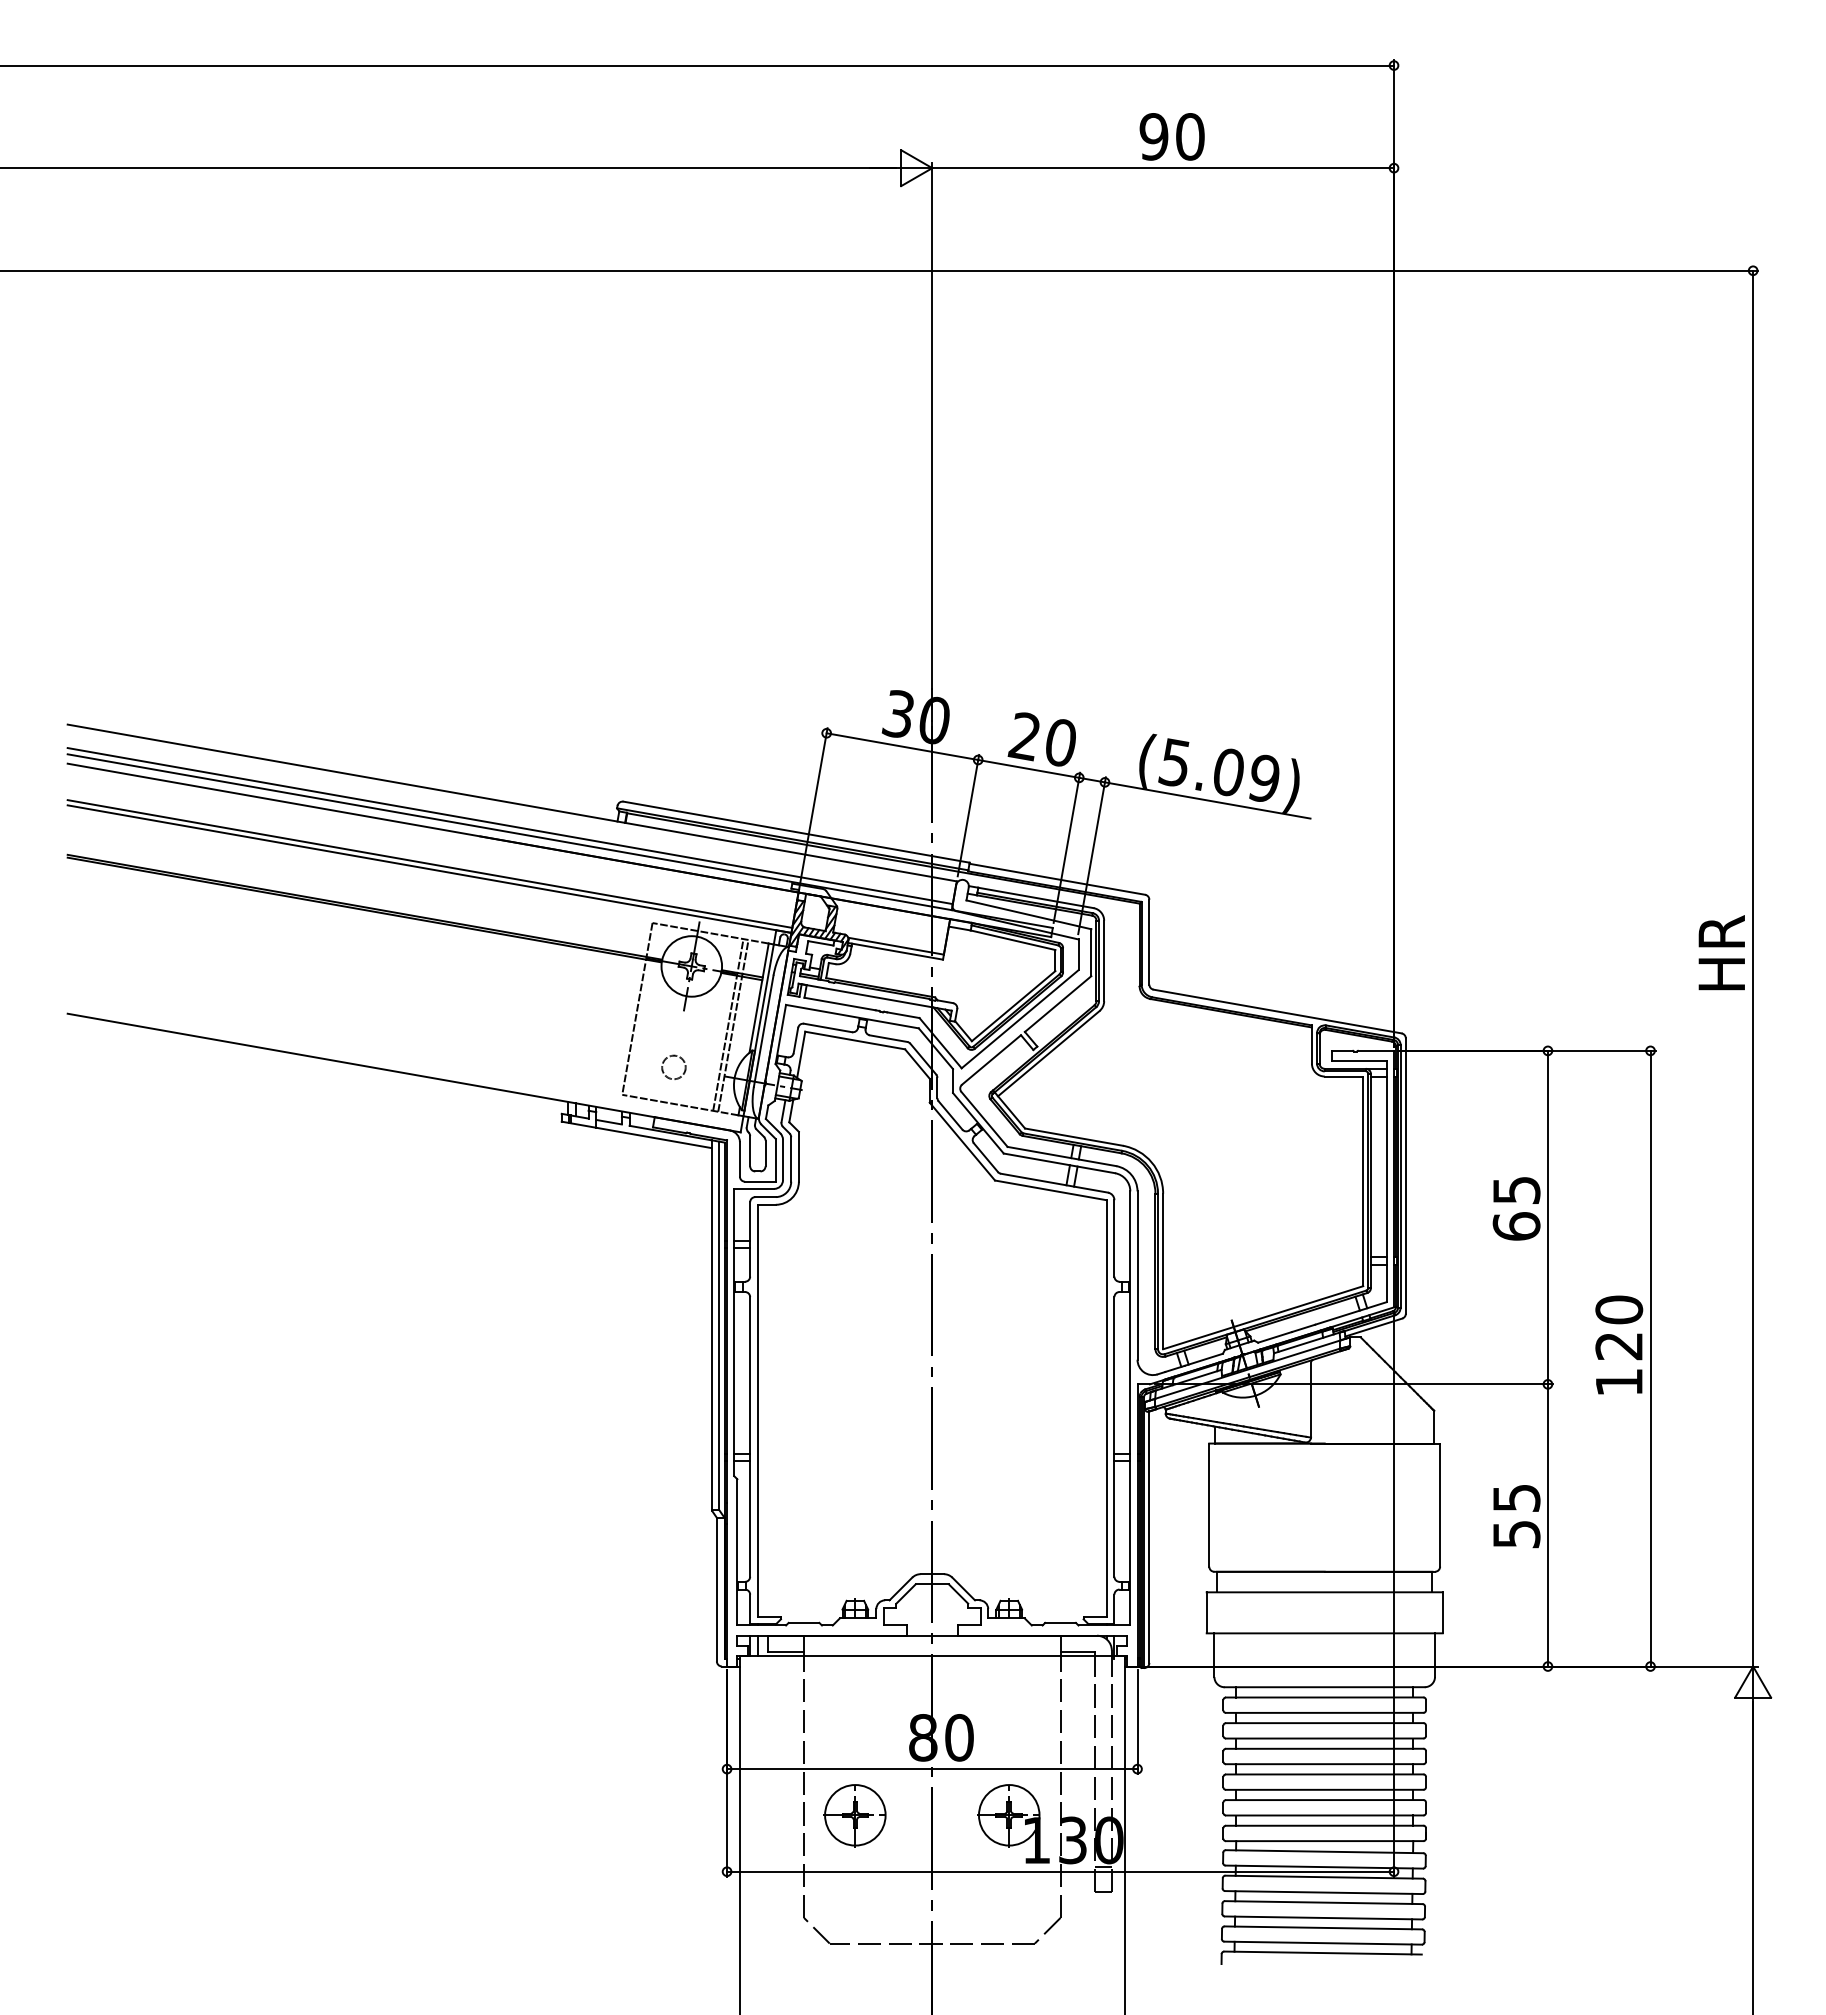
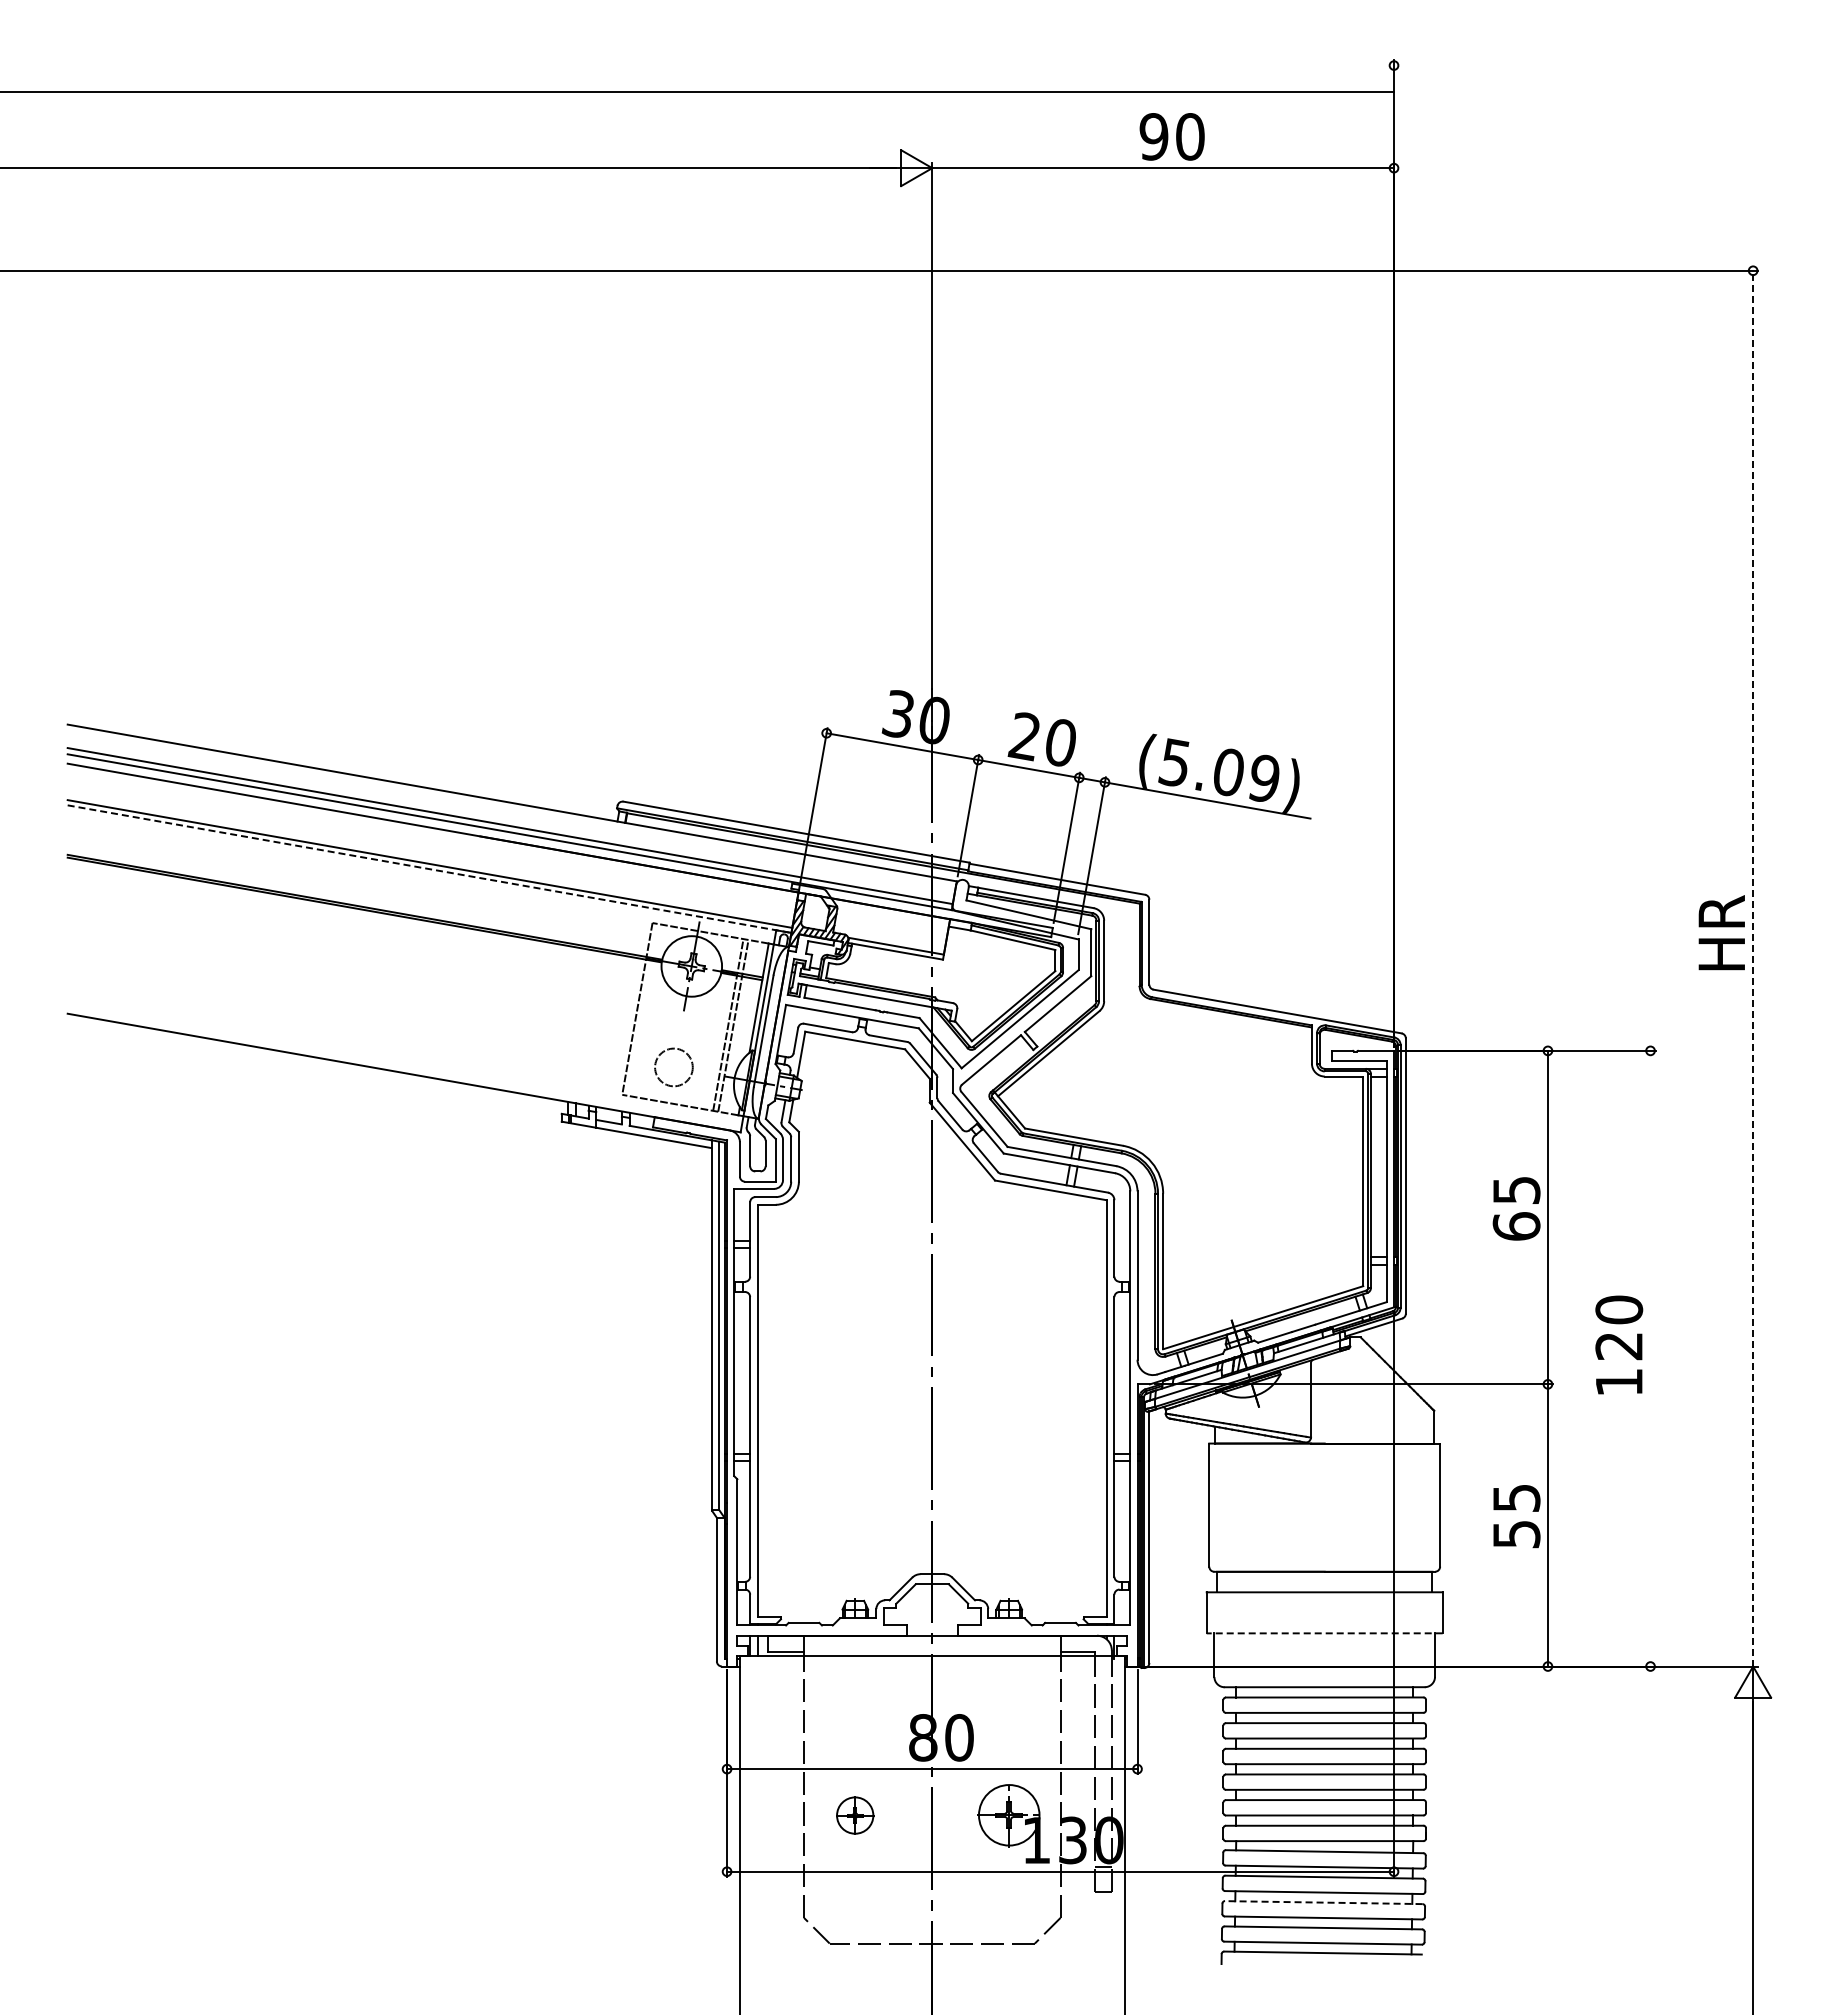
line at (698, 65) position: (698, 65) -> (698, 91)
line at (430, 869): solid -> dashed
text at (1721, 952) position: (1721, 952) -> (1721, 932)
line at (1753, 968): solid -> dashed
circle at (673, 1067) diameter: 24 px -> 38 px
line at (1650, 1358): present -> none
line at (1324, 1633): solid -> dashed
part at (854, 1815) size: 64x64 px -> 39x39 px
line at (1323, 1902): solid -> dashed
